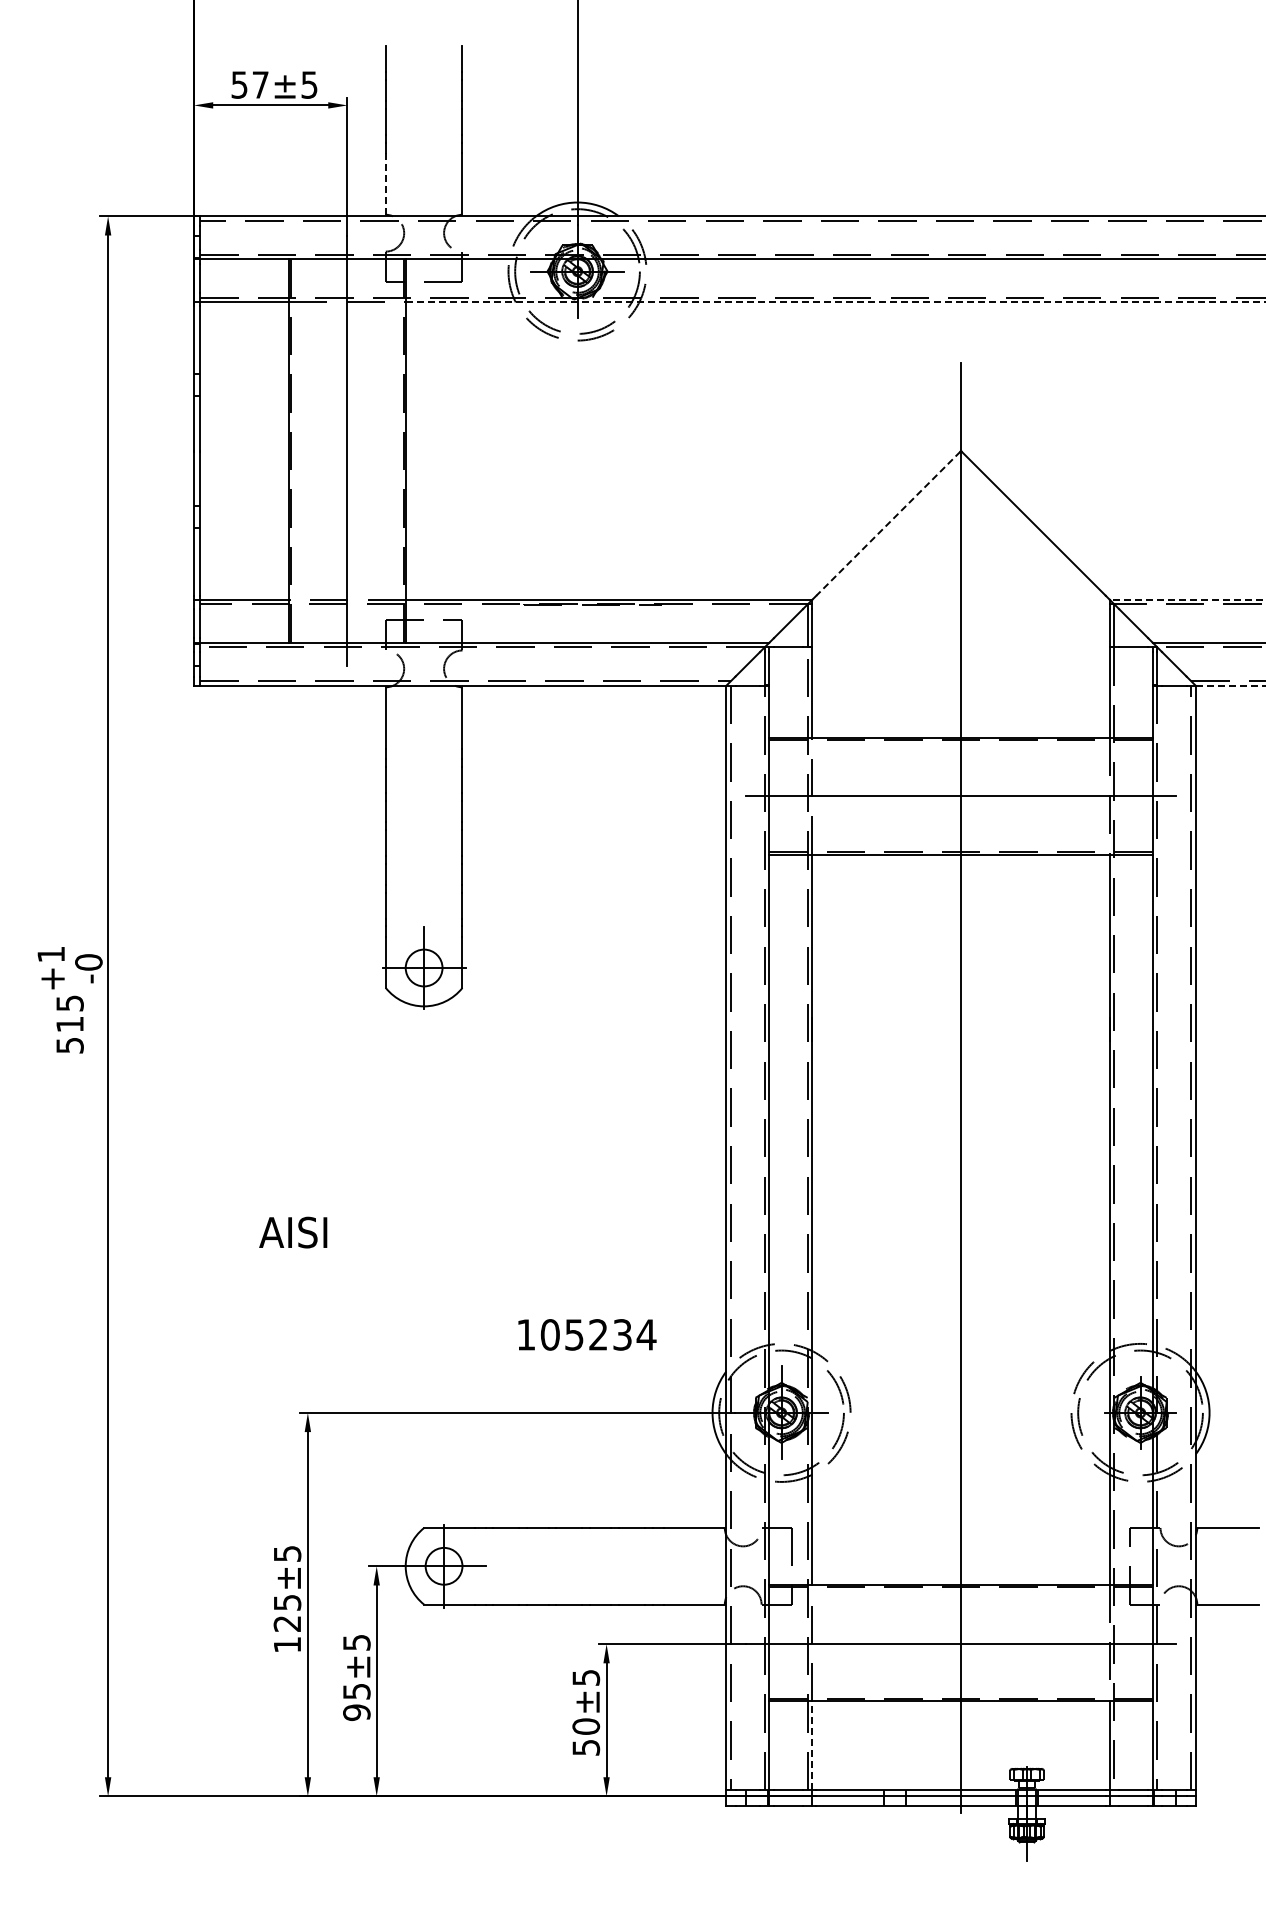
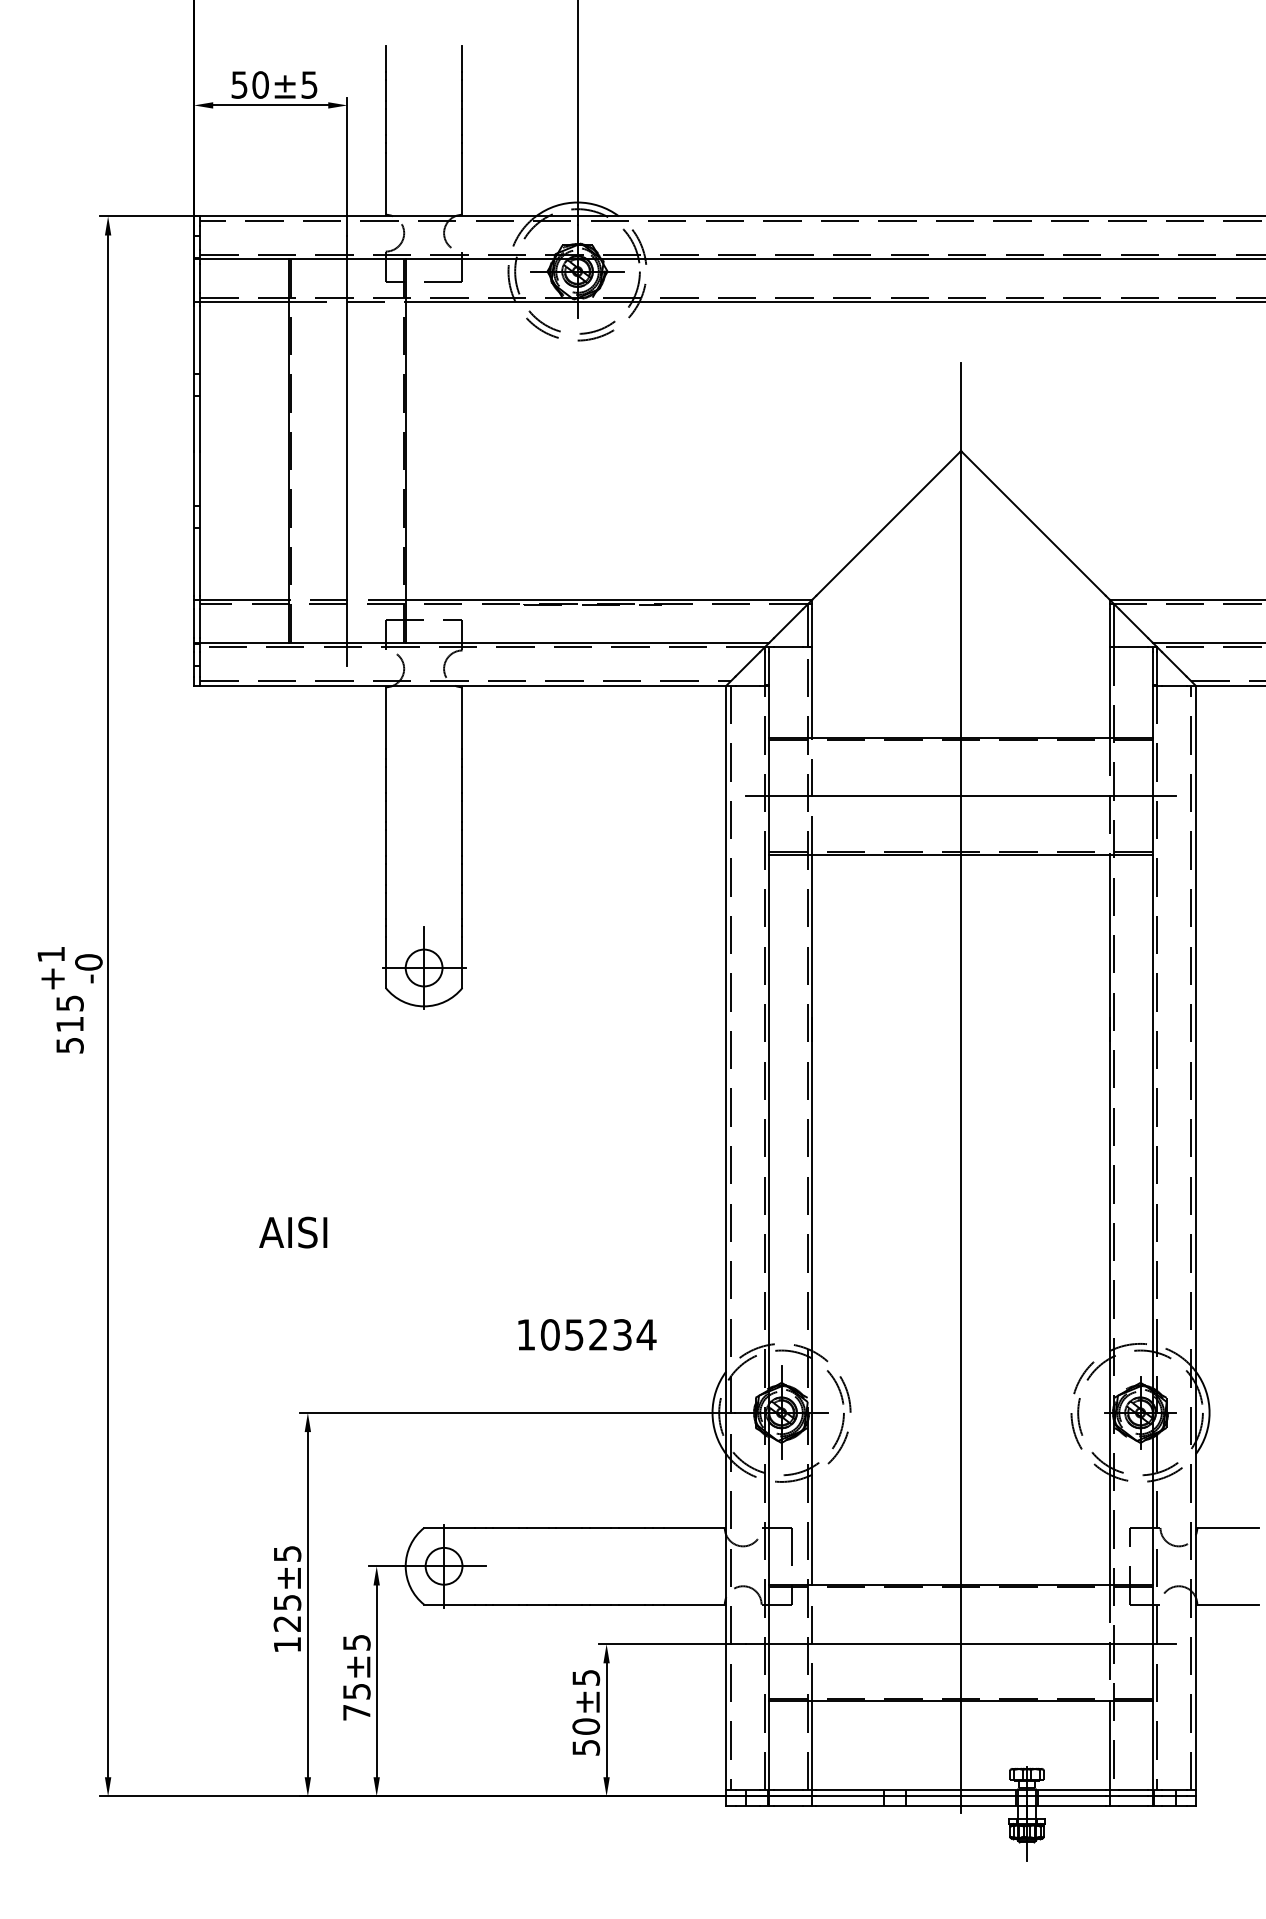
text at (260, 84): 57 -> 50
line at (385, 184): dashed -> solid
line at (835, 302): dashed -> solid
line at (888, 523): dashed -> solid
line at (1187, 599): dashed -> solid
line at (1230, 685): dashed -> solid
text at (356, 1712): 95 -> 75
line at (812, 1745): dashed -> solid
